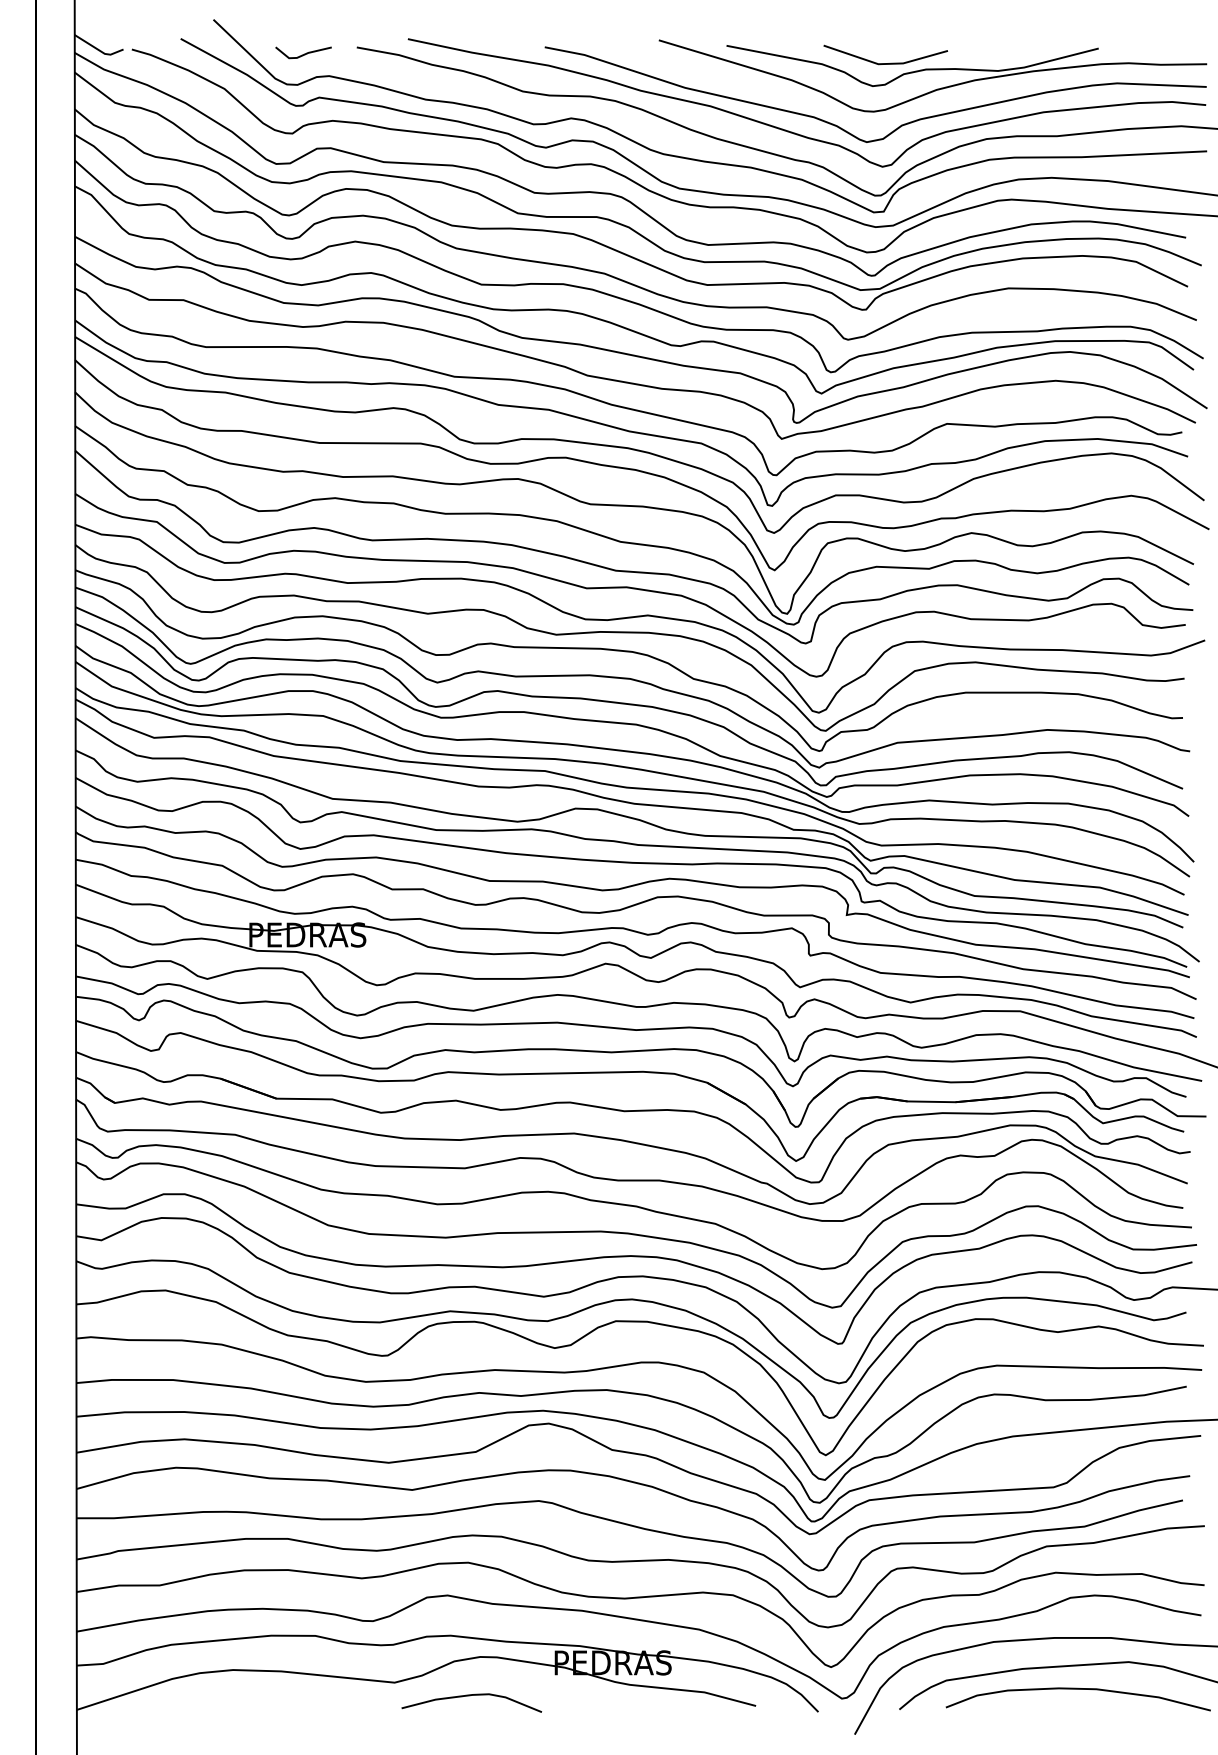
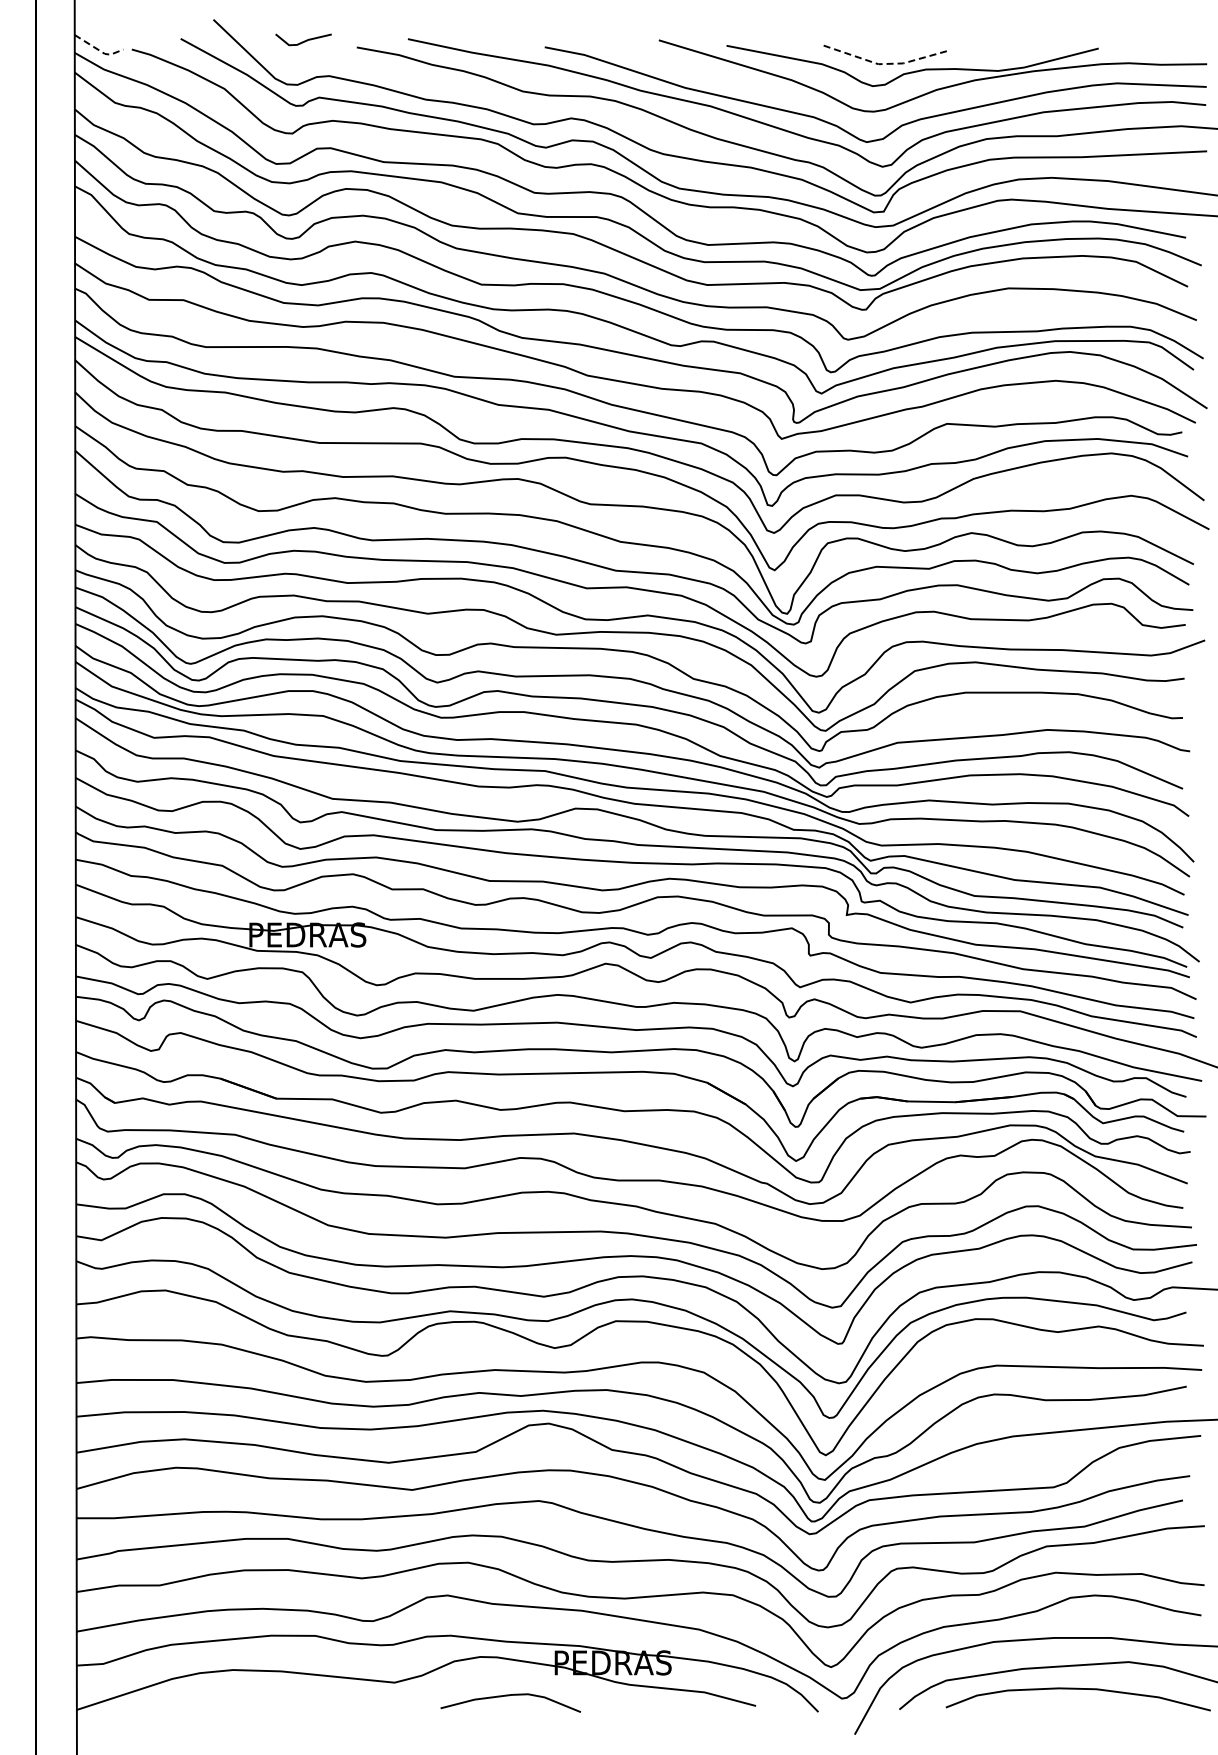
line at (99, 50): solid -> dashed
line at (304, 53) position: (304, 53) -> (304, 40)
line at (885, 64): solid -> dashed
curve at (470, 1696) position: (470, 1696) -> (509, 1696)
